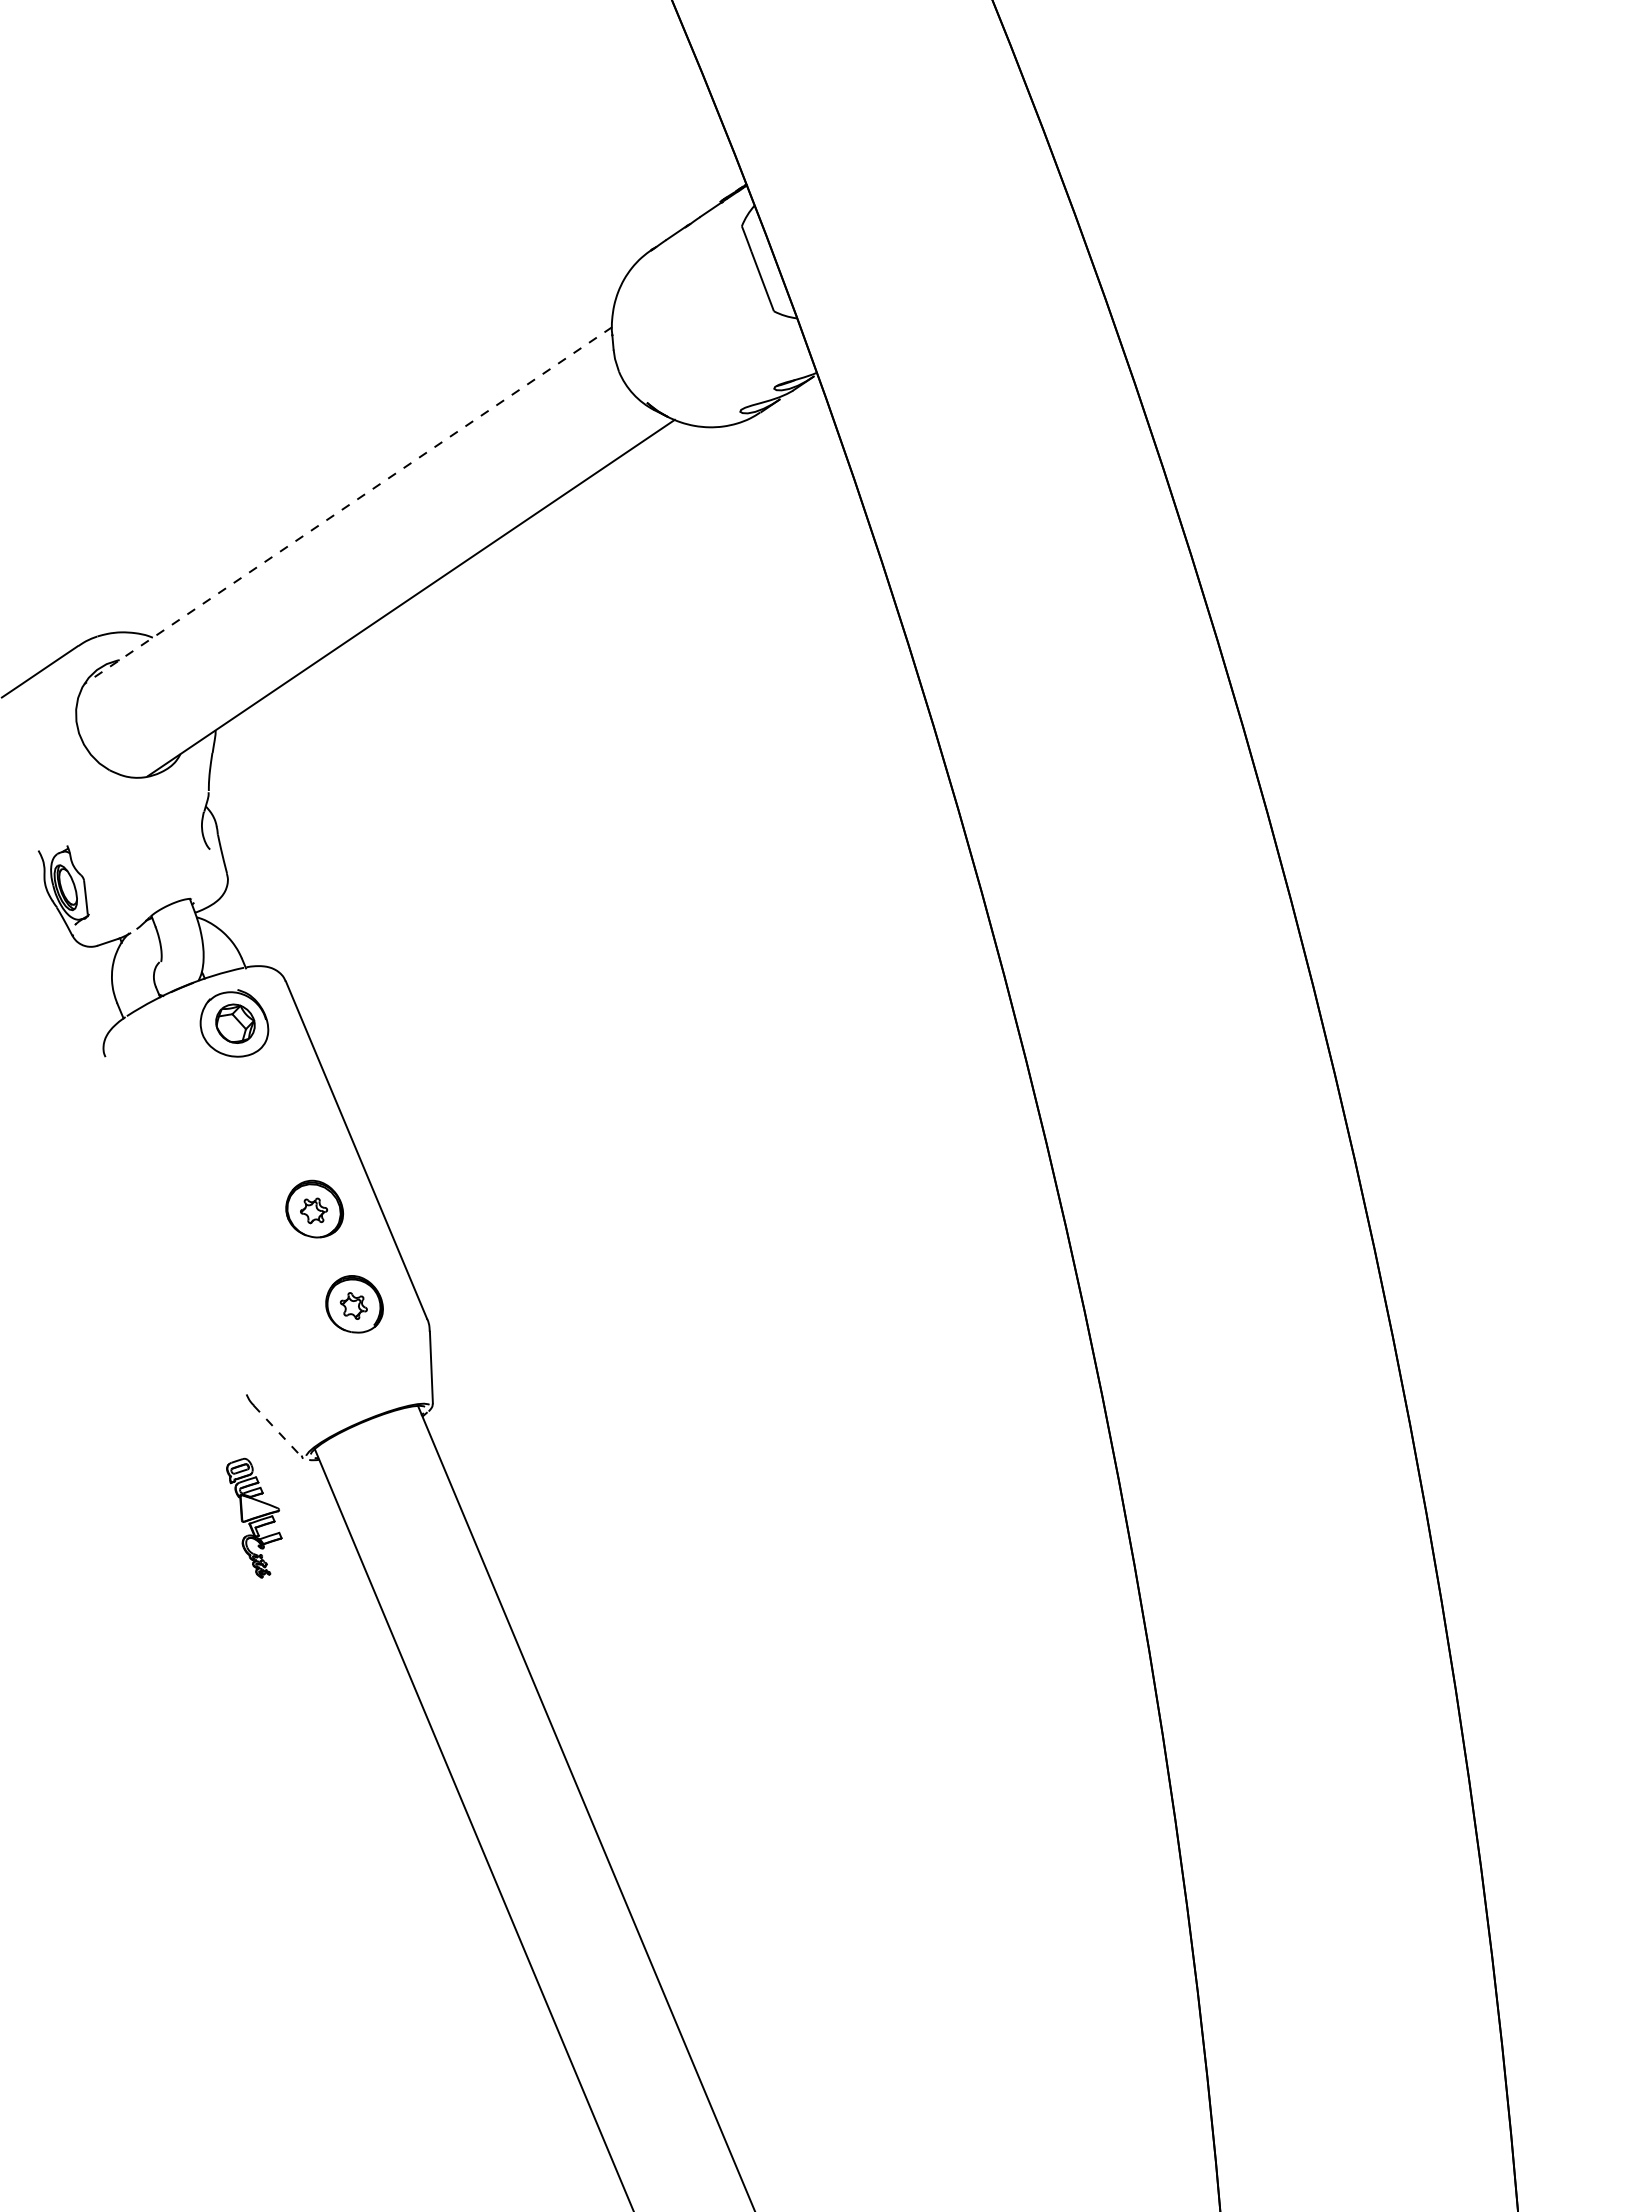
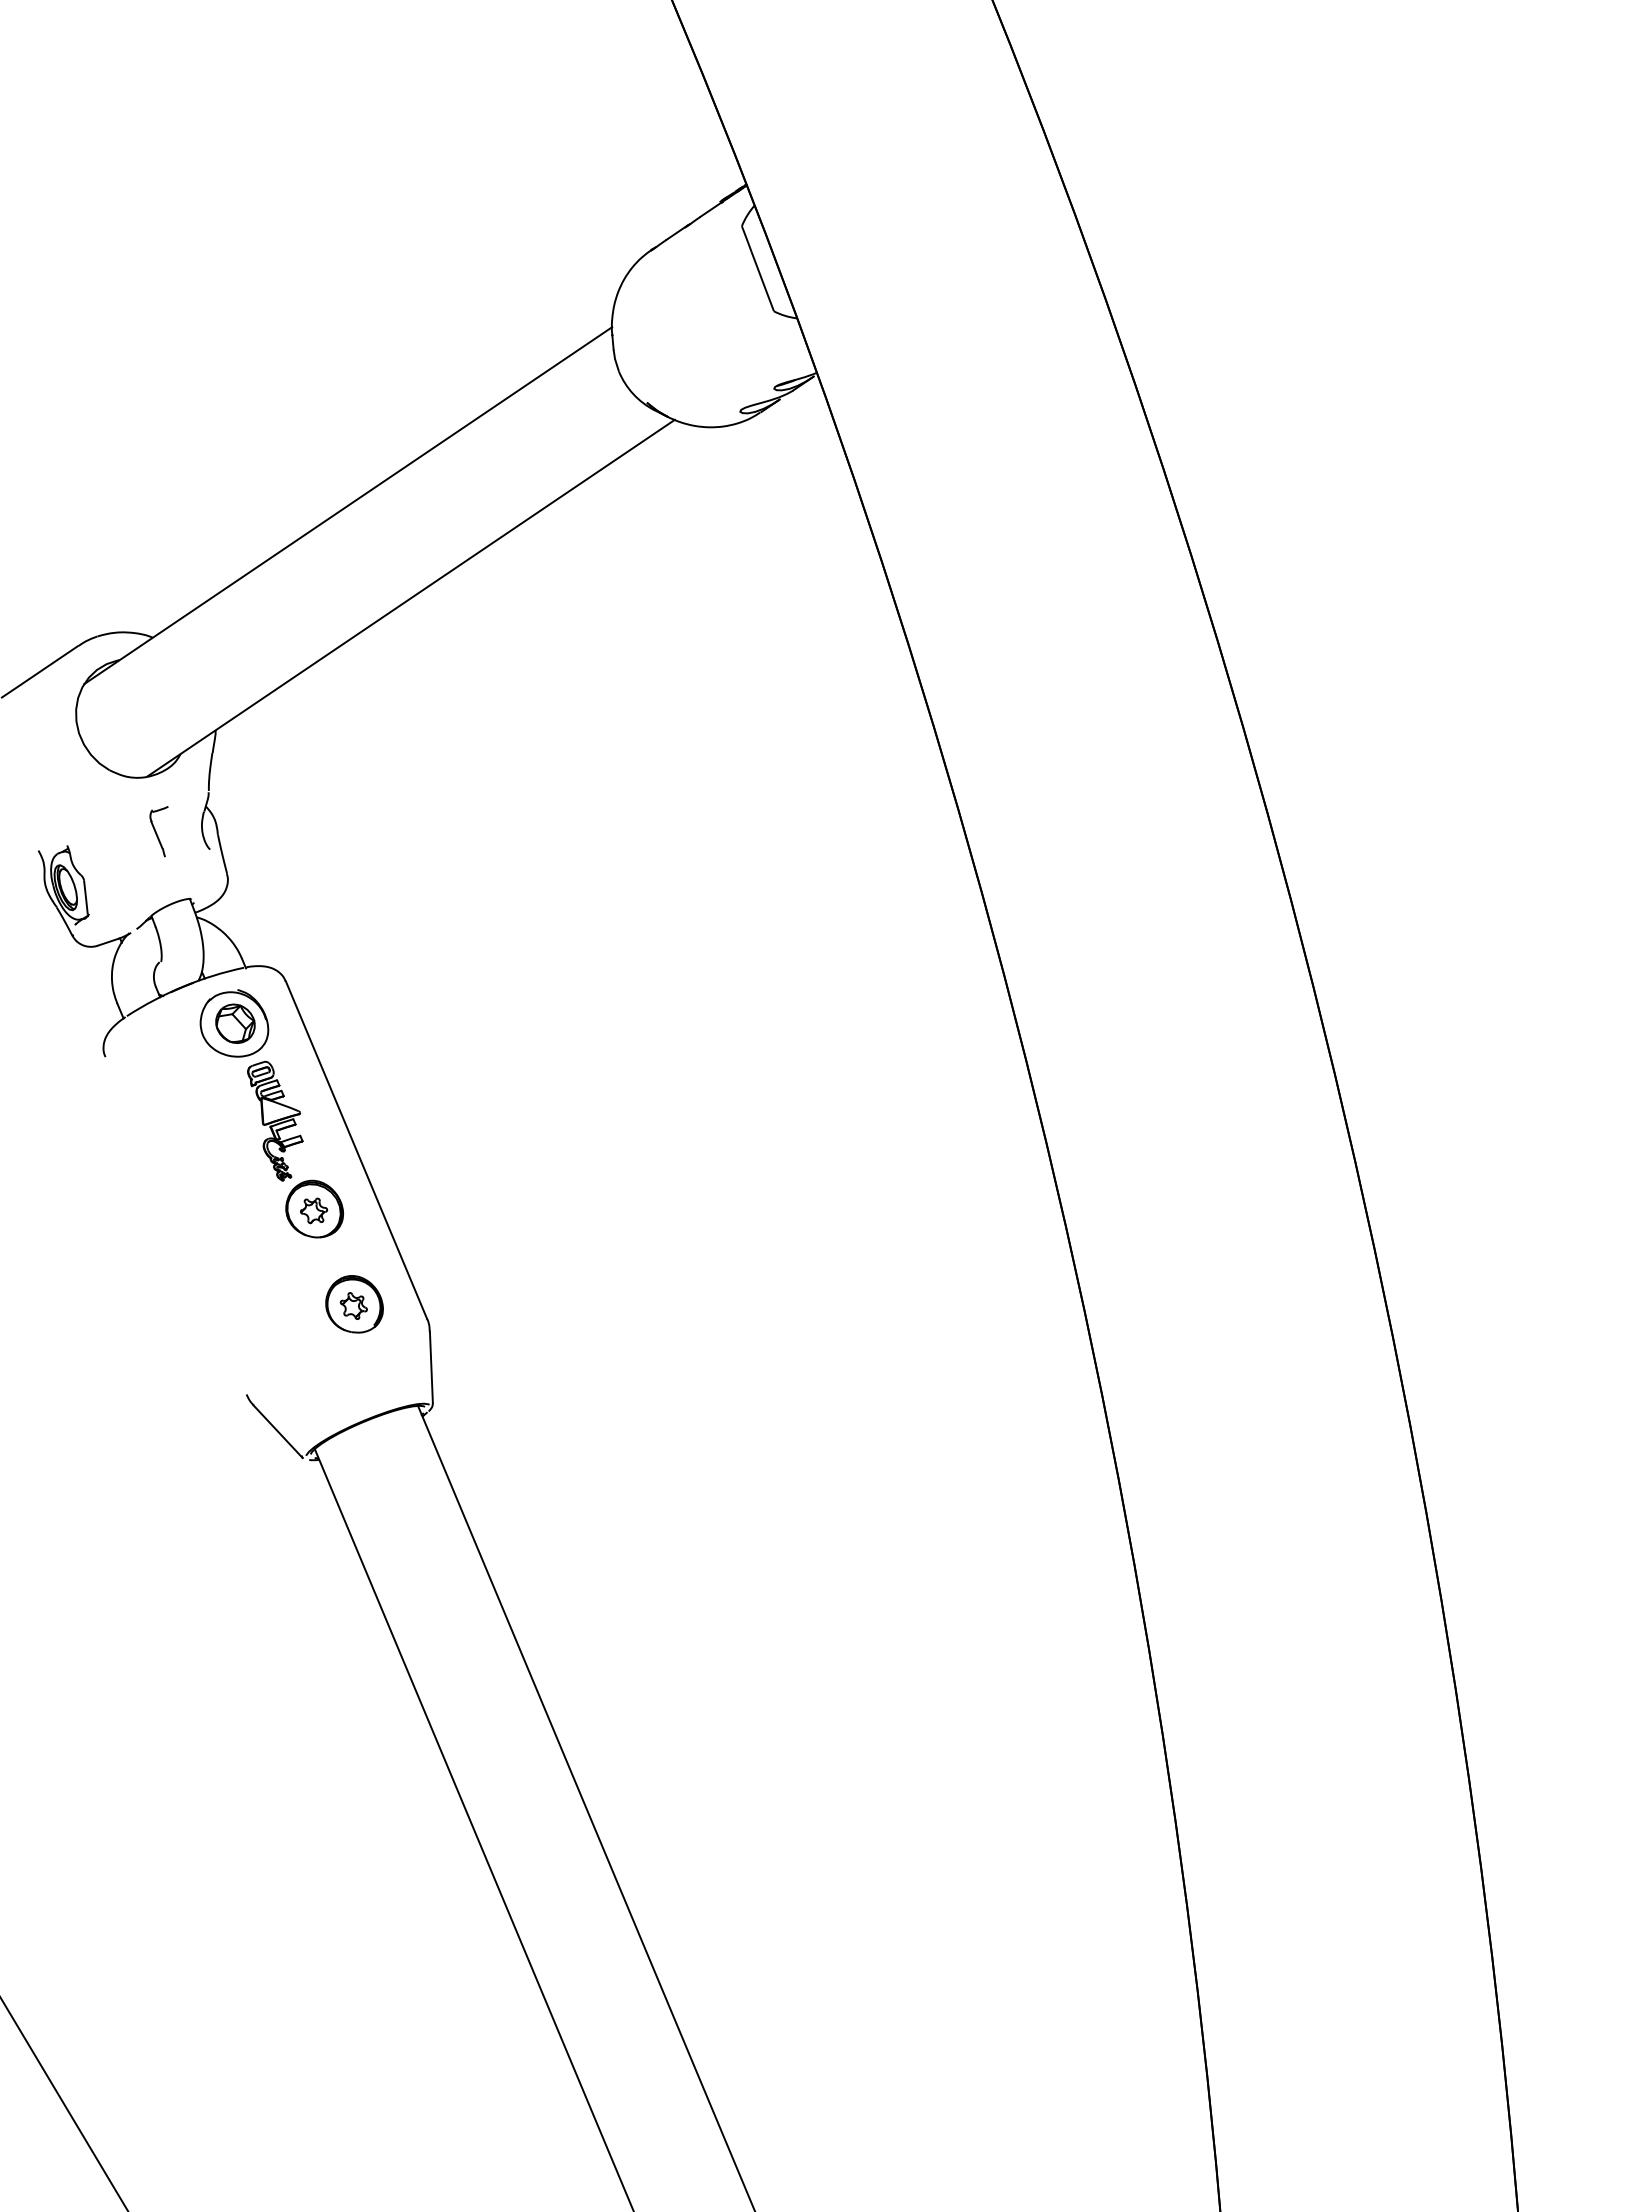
line at (348, 505): dashed -> solid
part at (158, 831): none -> present
line at (278, 1431): dashed -> solid
part at (254, 1517) position: (254, 1517) -> (275, 1120)
line at (64, 2104): none -> present
